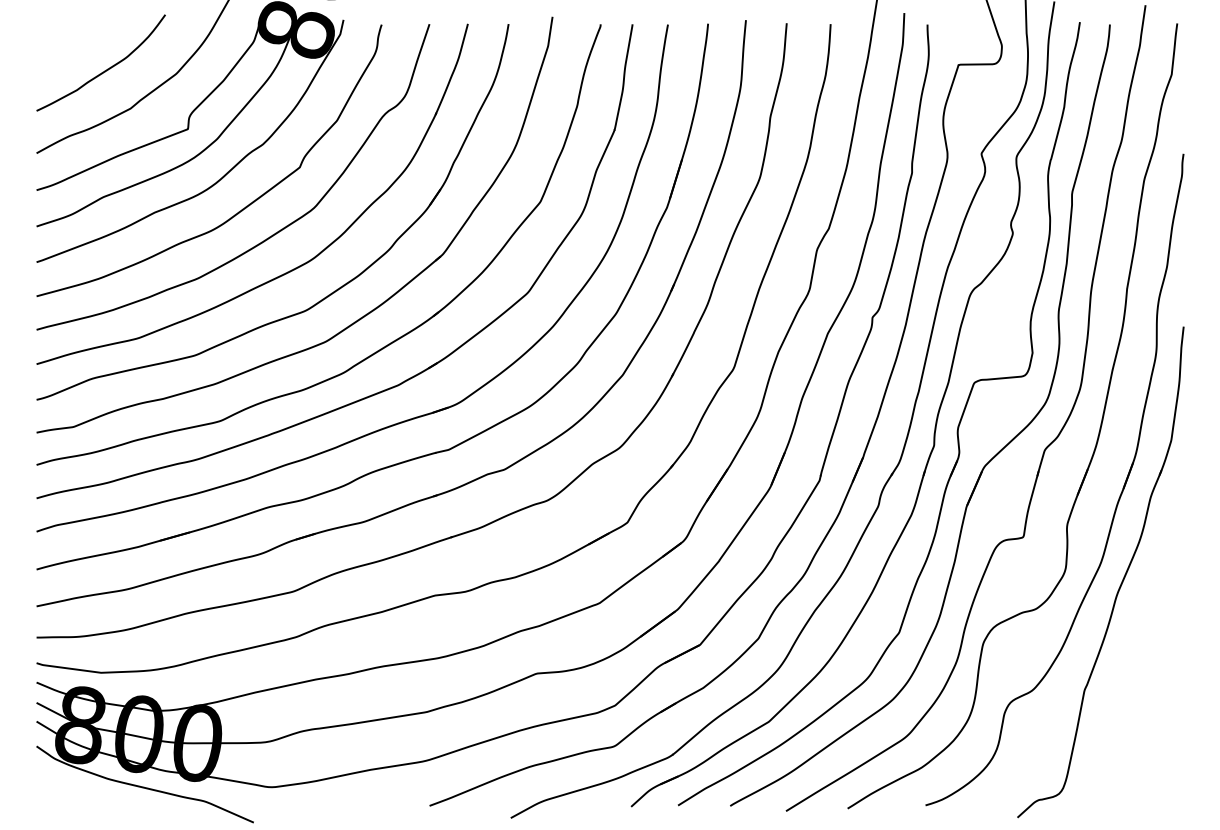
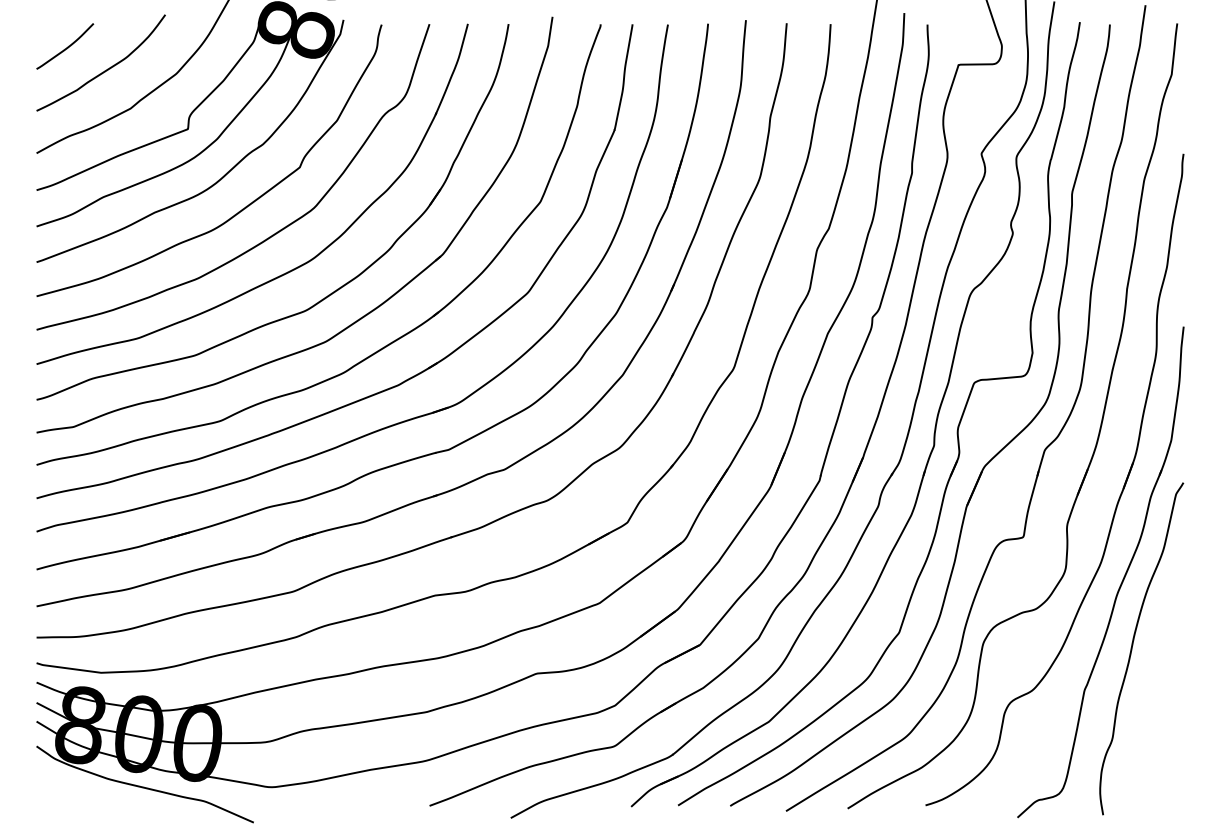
curve at (66, 47): none -> present
curve at (1133, 645): none -> present
